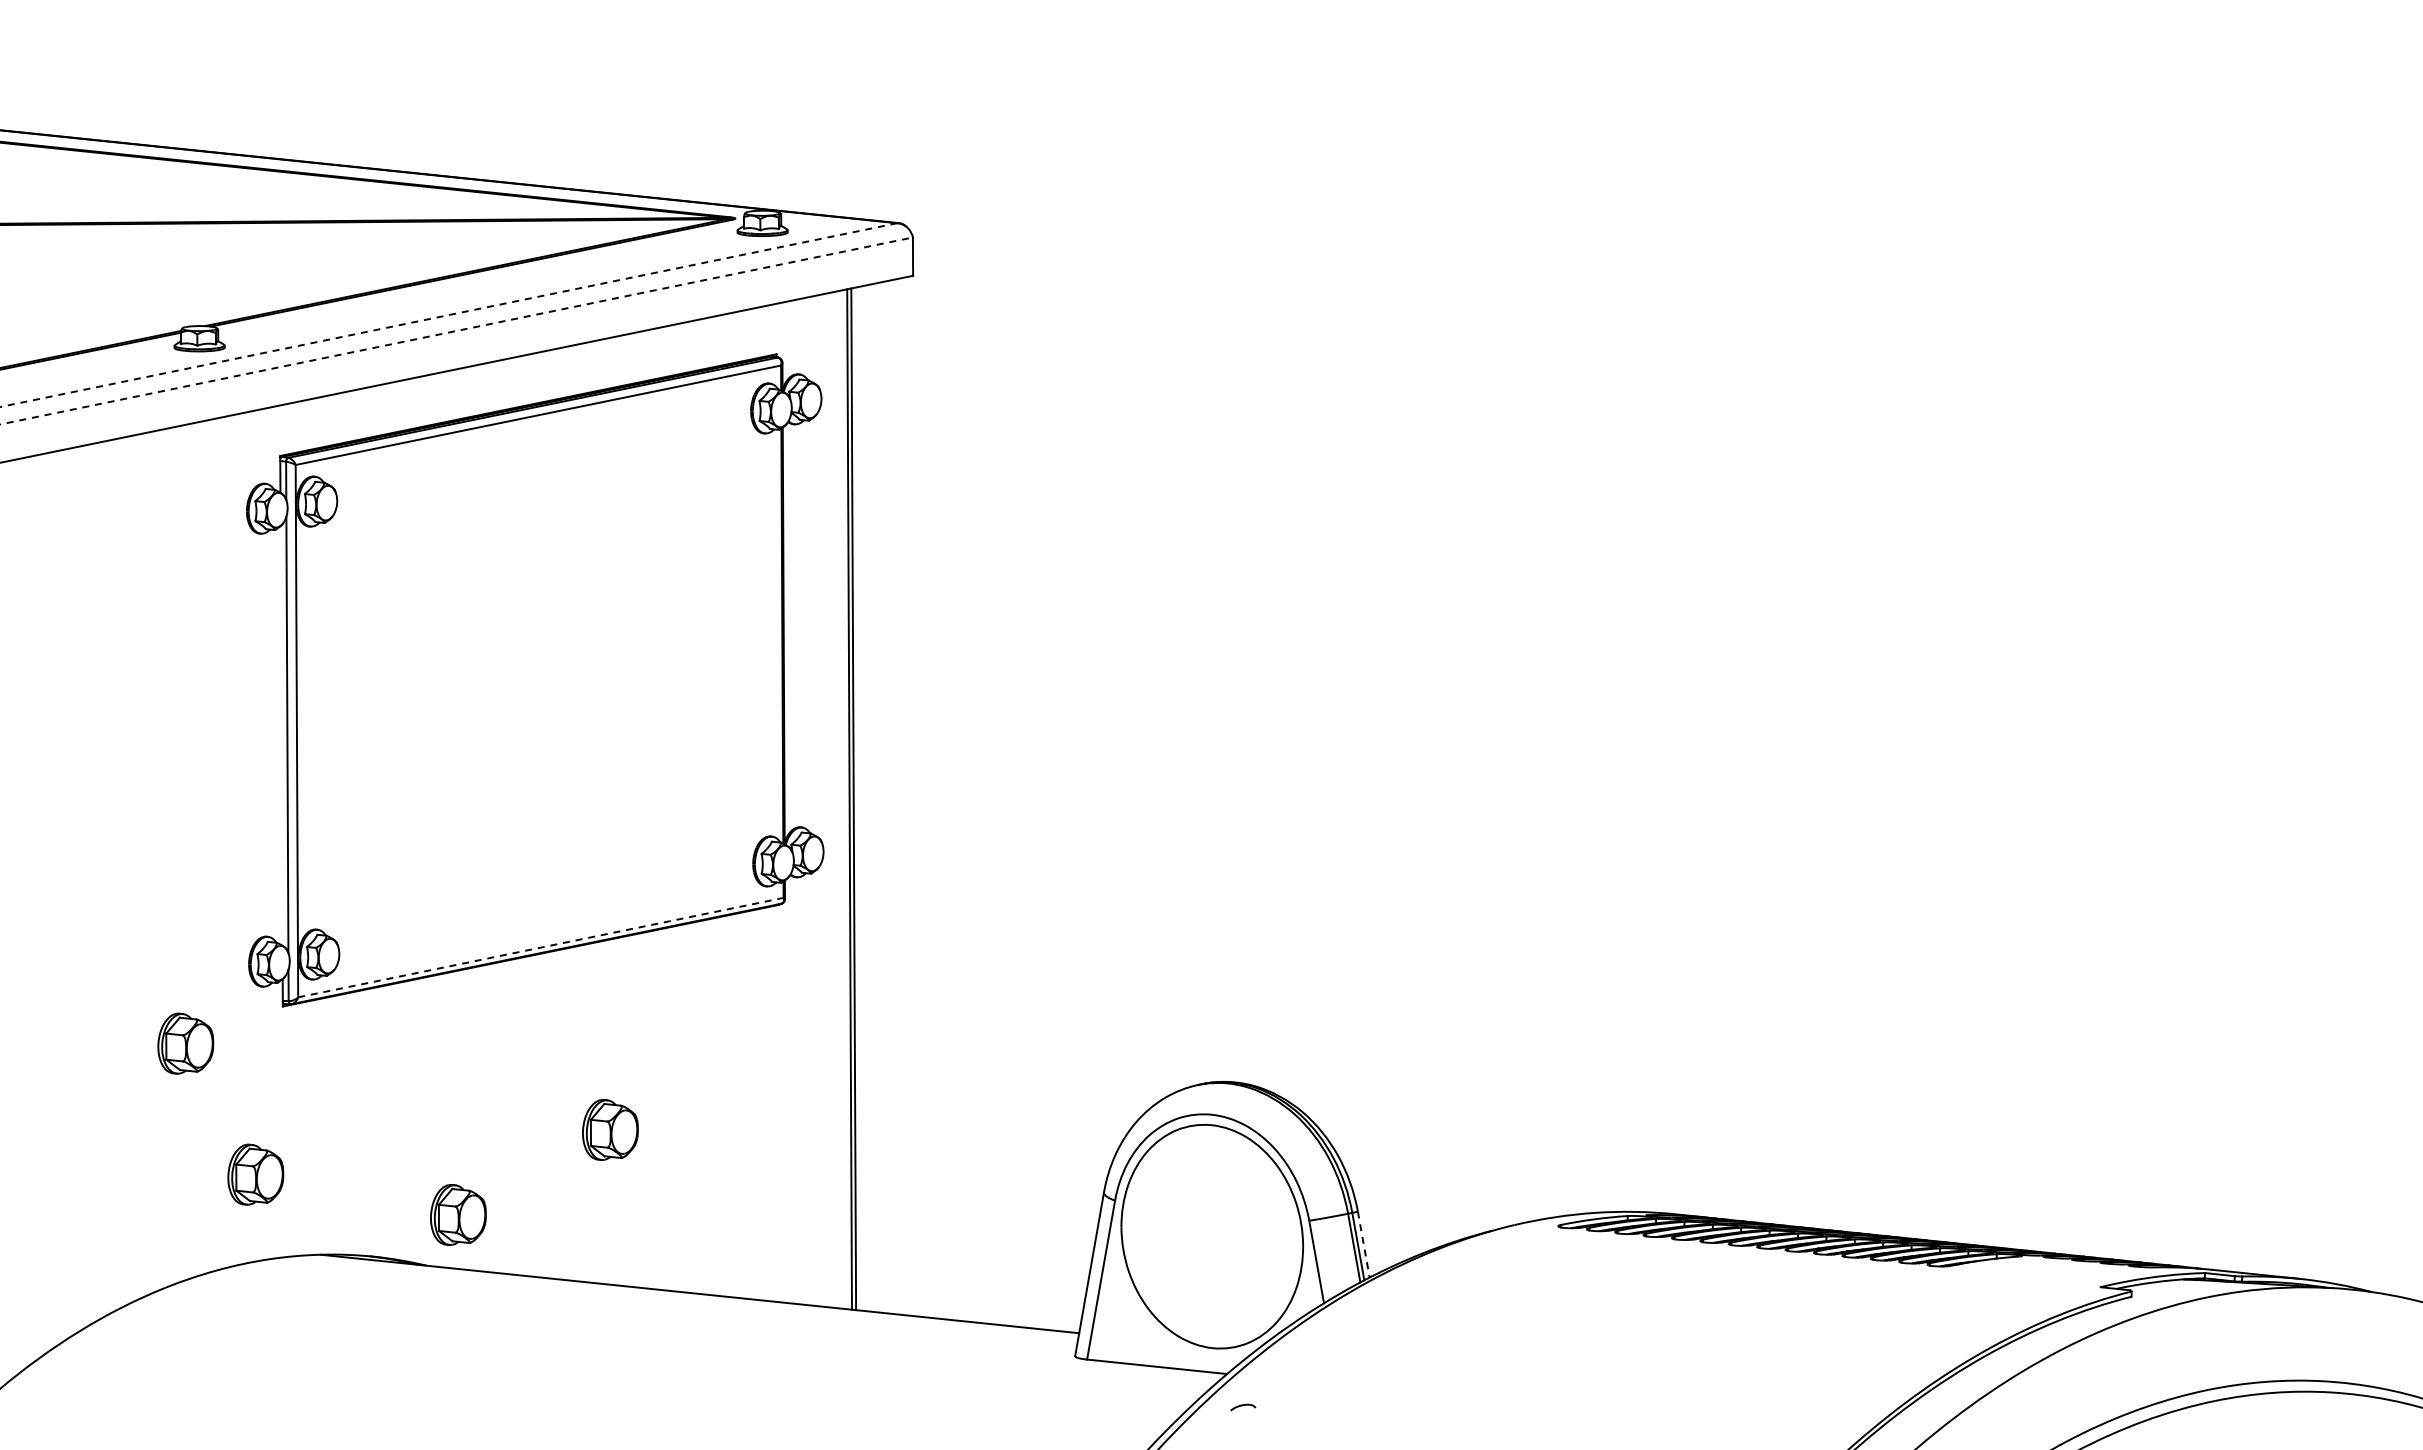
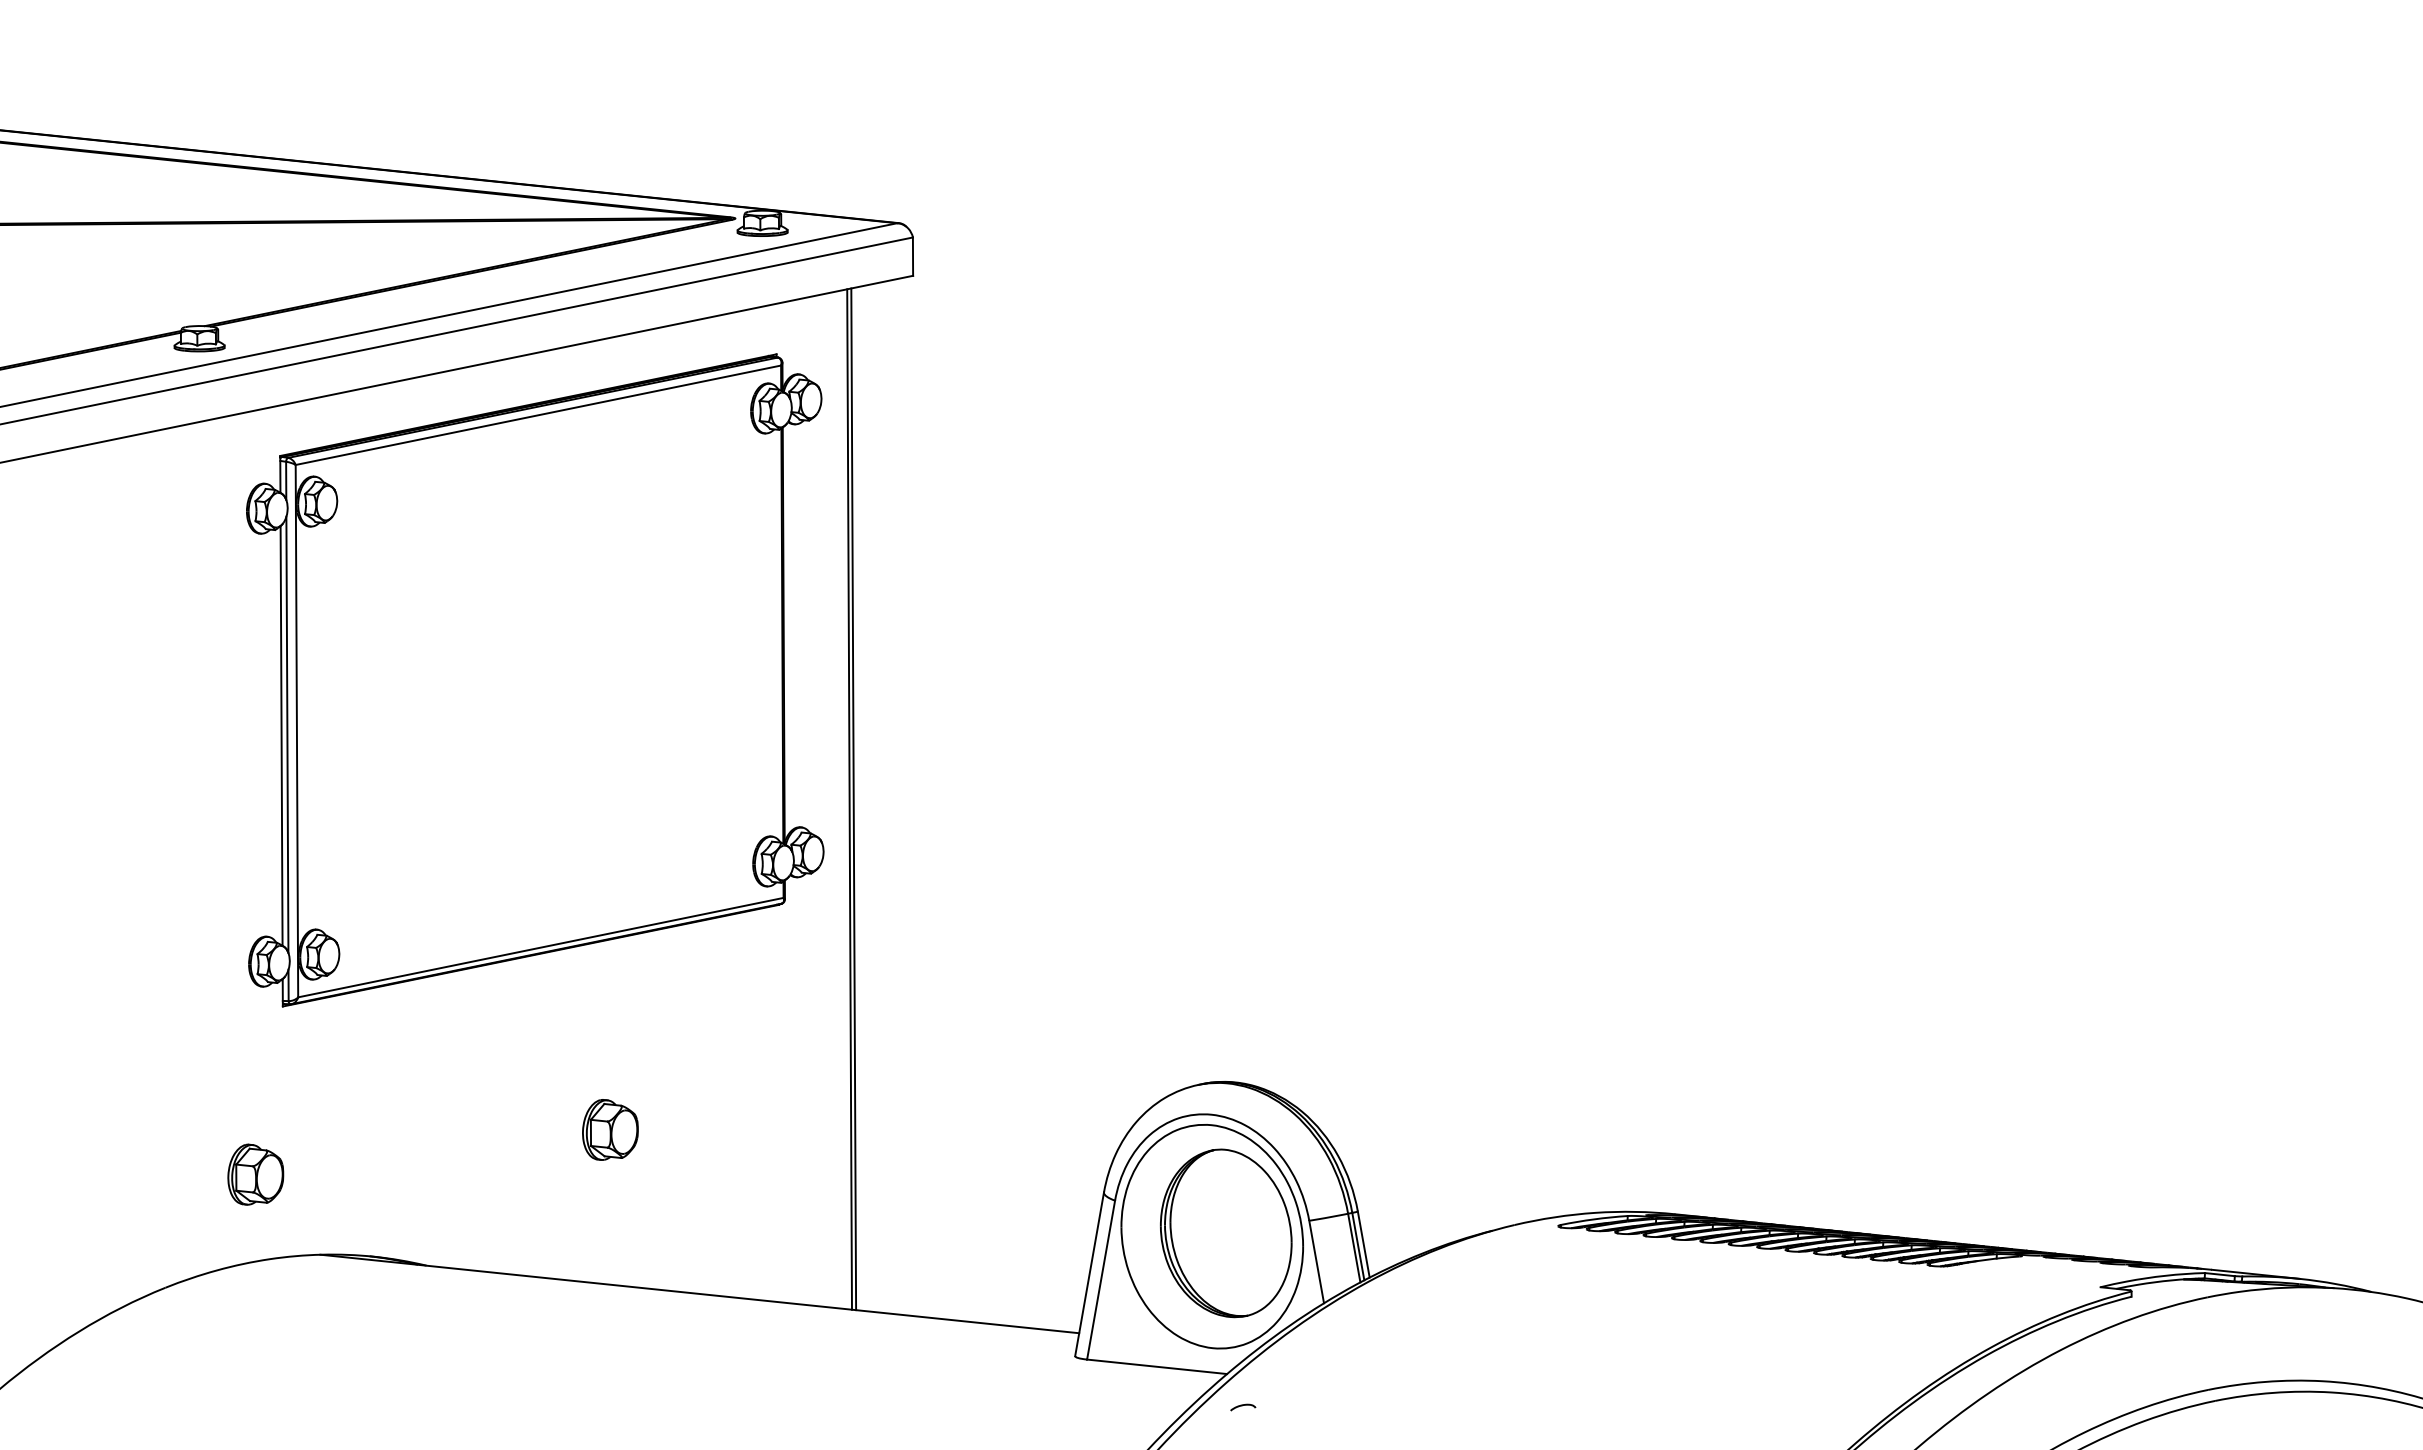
line at (448, 315): dashed -> solid
line at (456, 330): dashed -> solid
line at (281, 735): none -> present
line at (540, 947): dashed -> solid
part at (185, 1043): present -> none
part at (458, 1214): present -> none
part at (1226, 1233): none -> present
line at (1363, 1244): dashed -> solid
